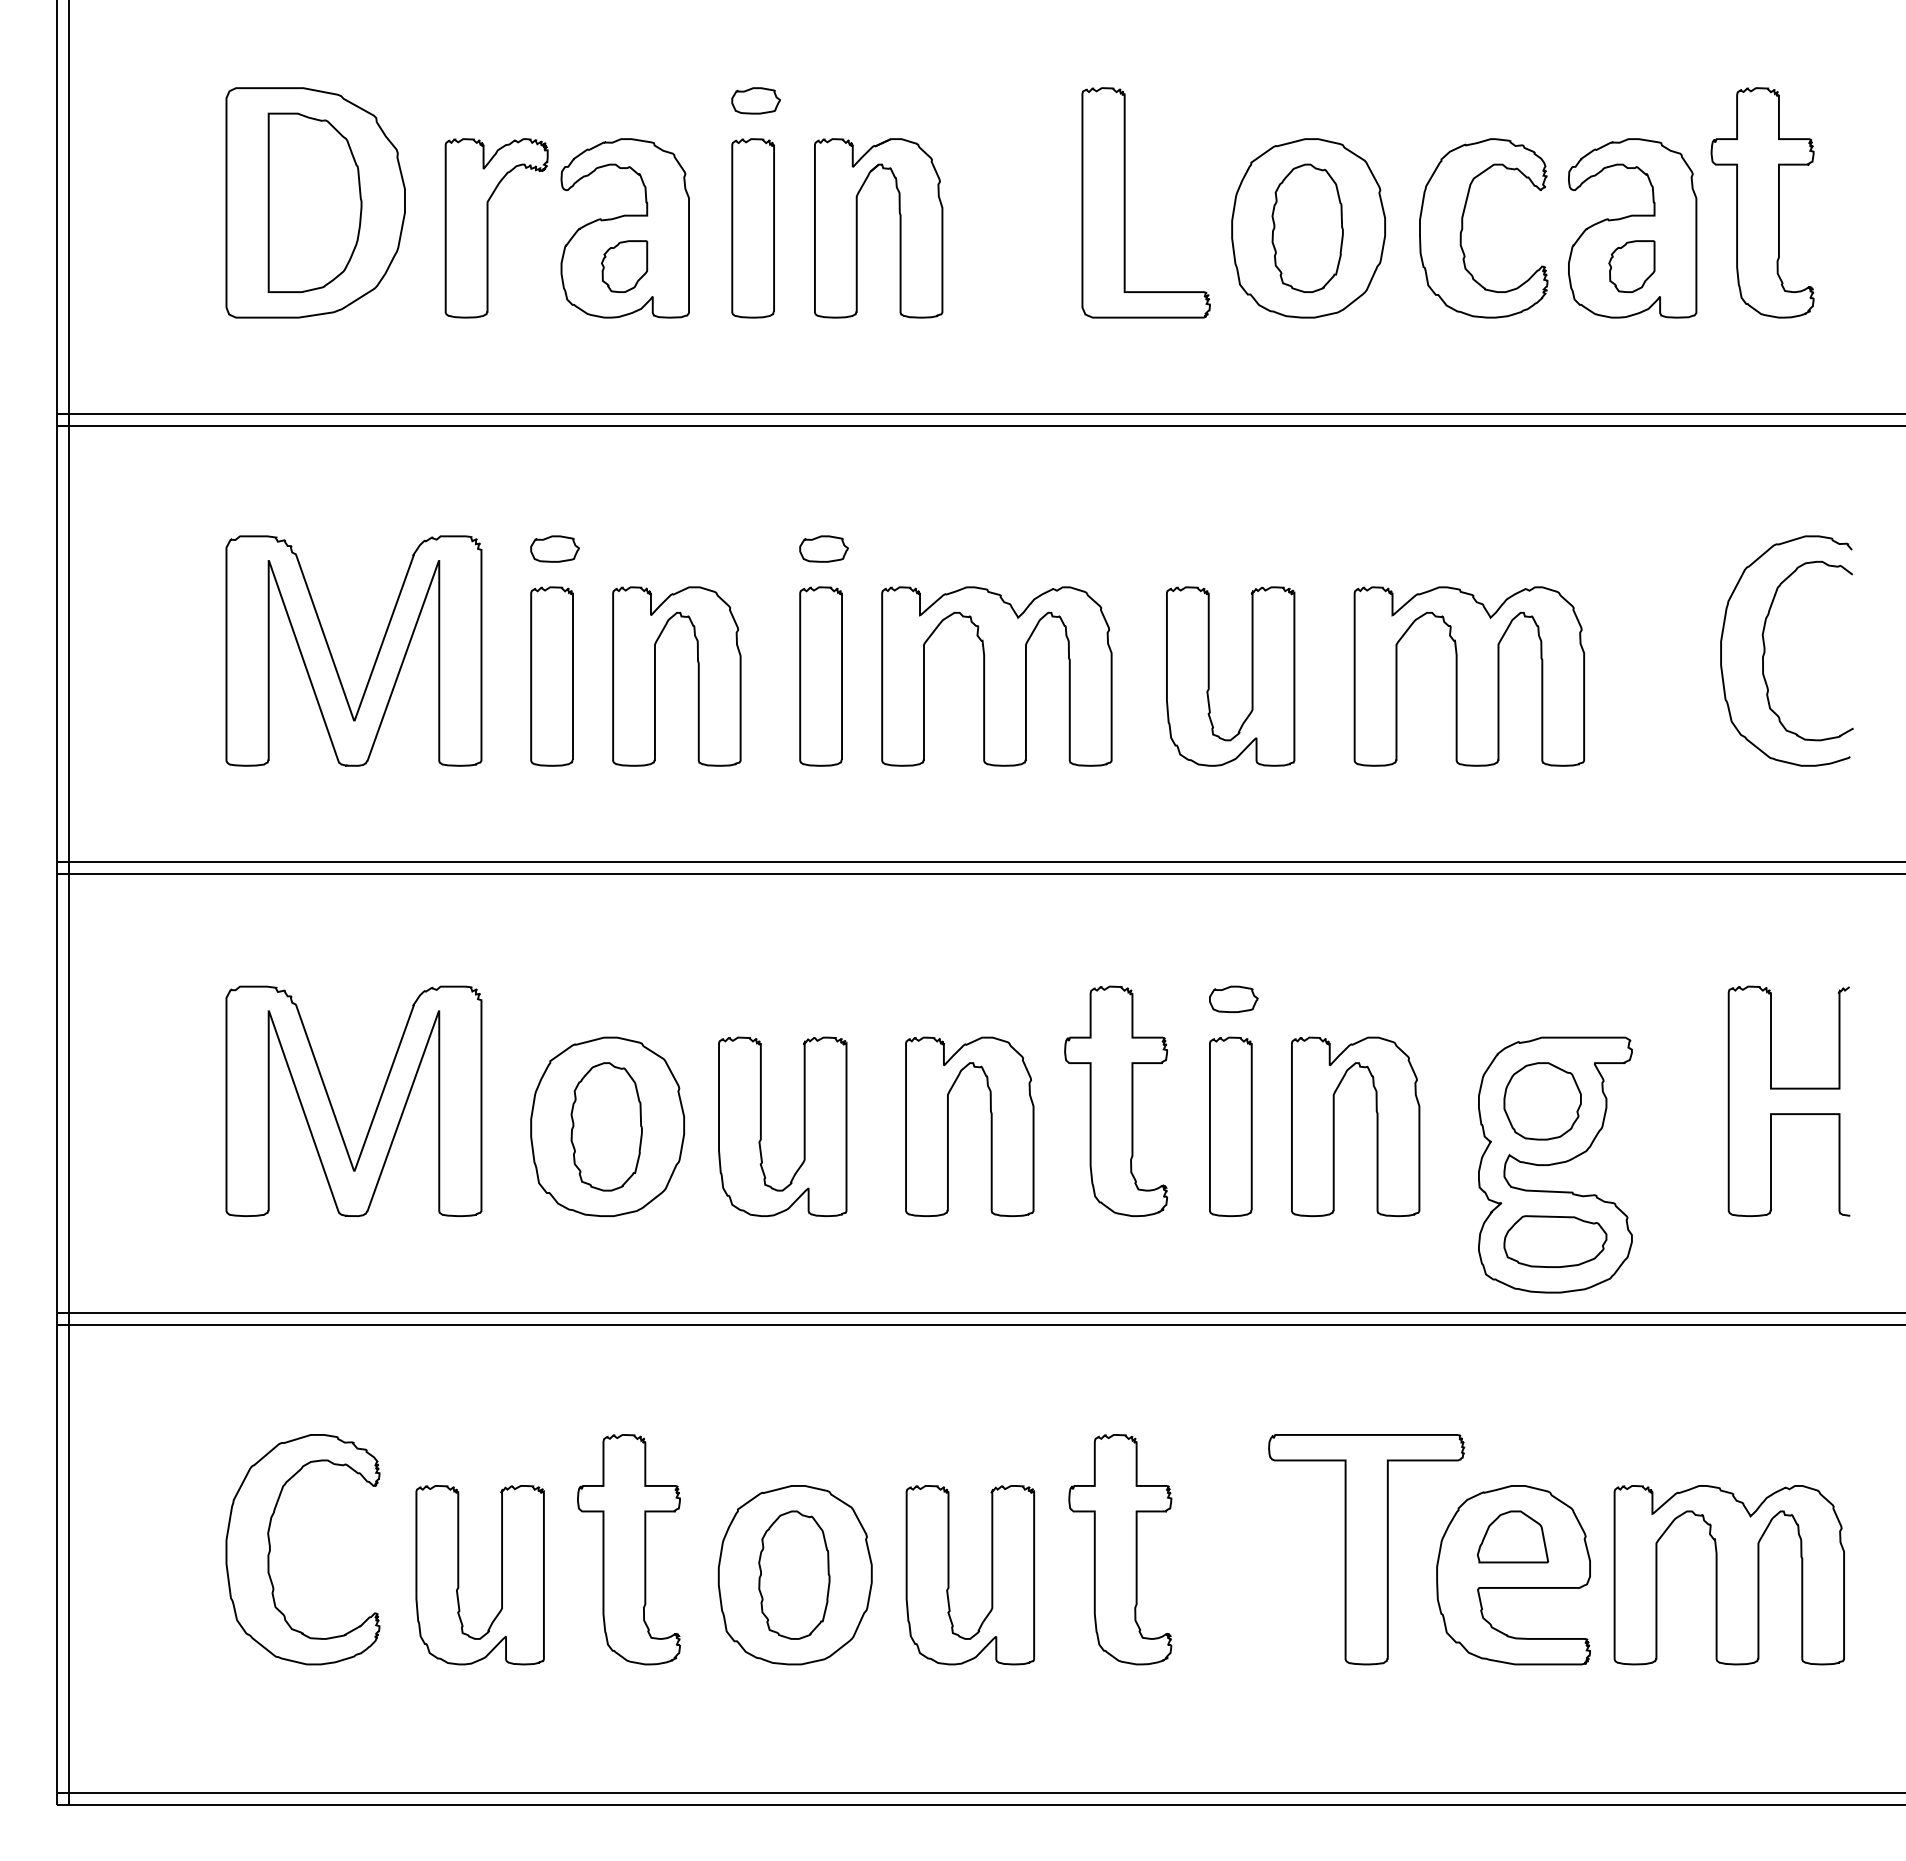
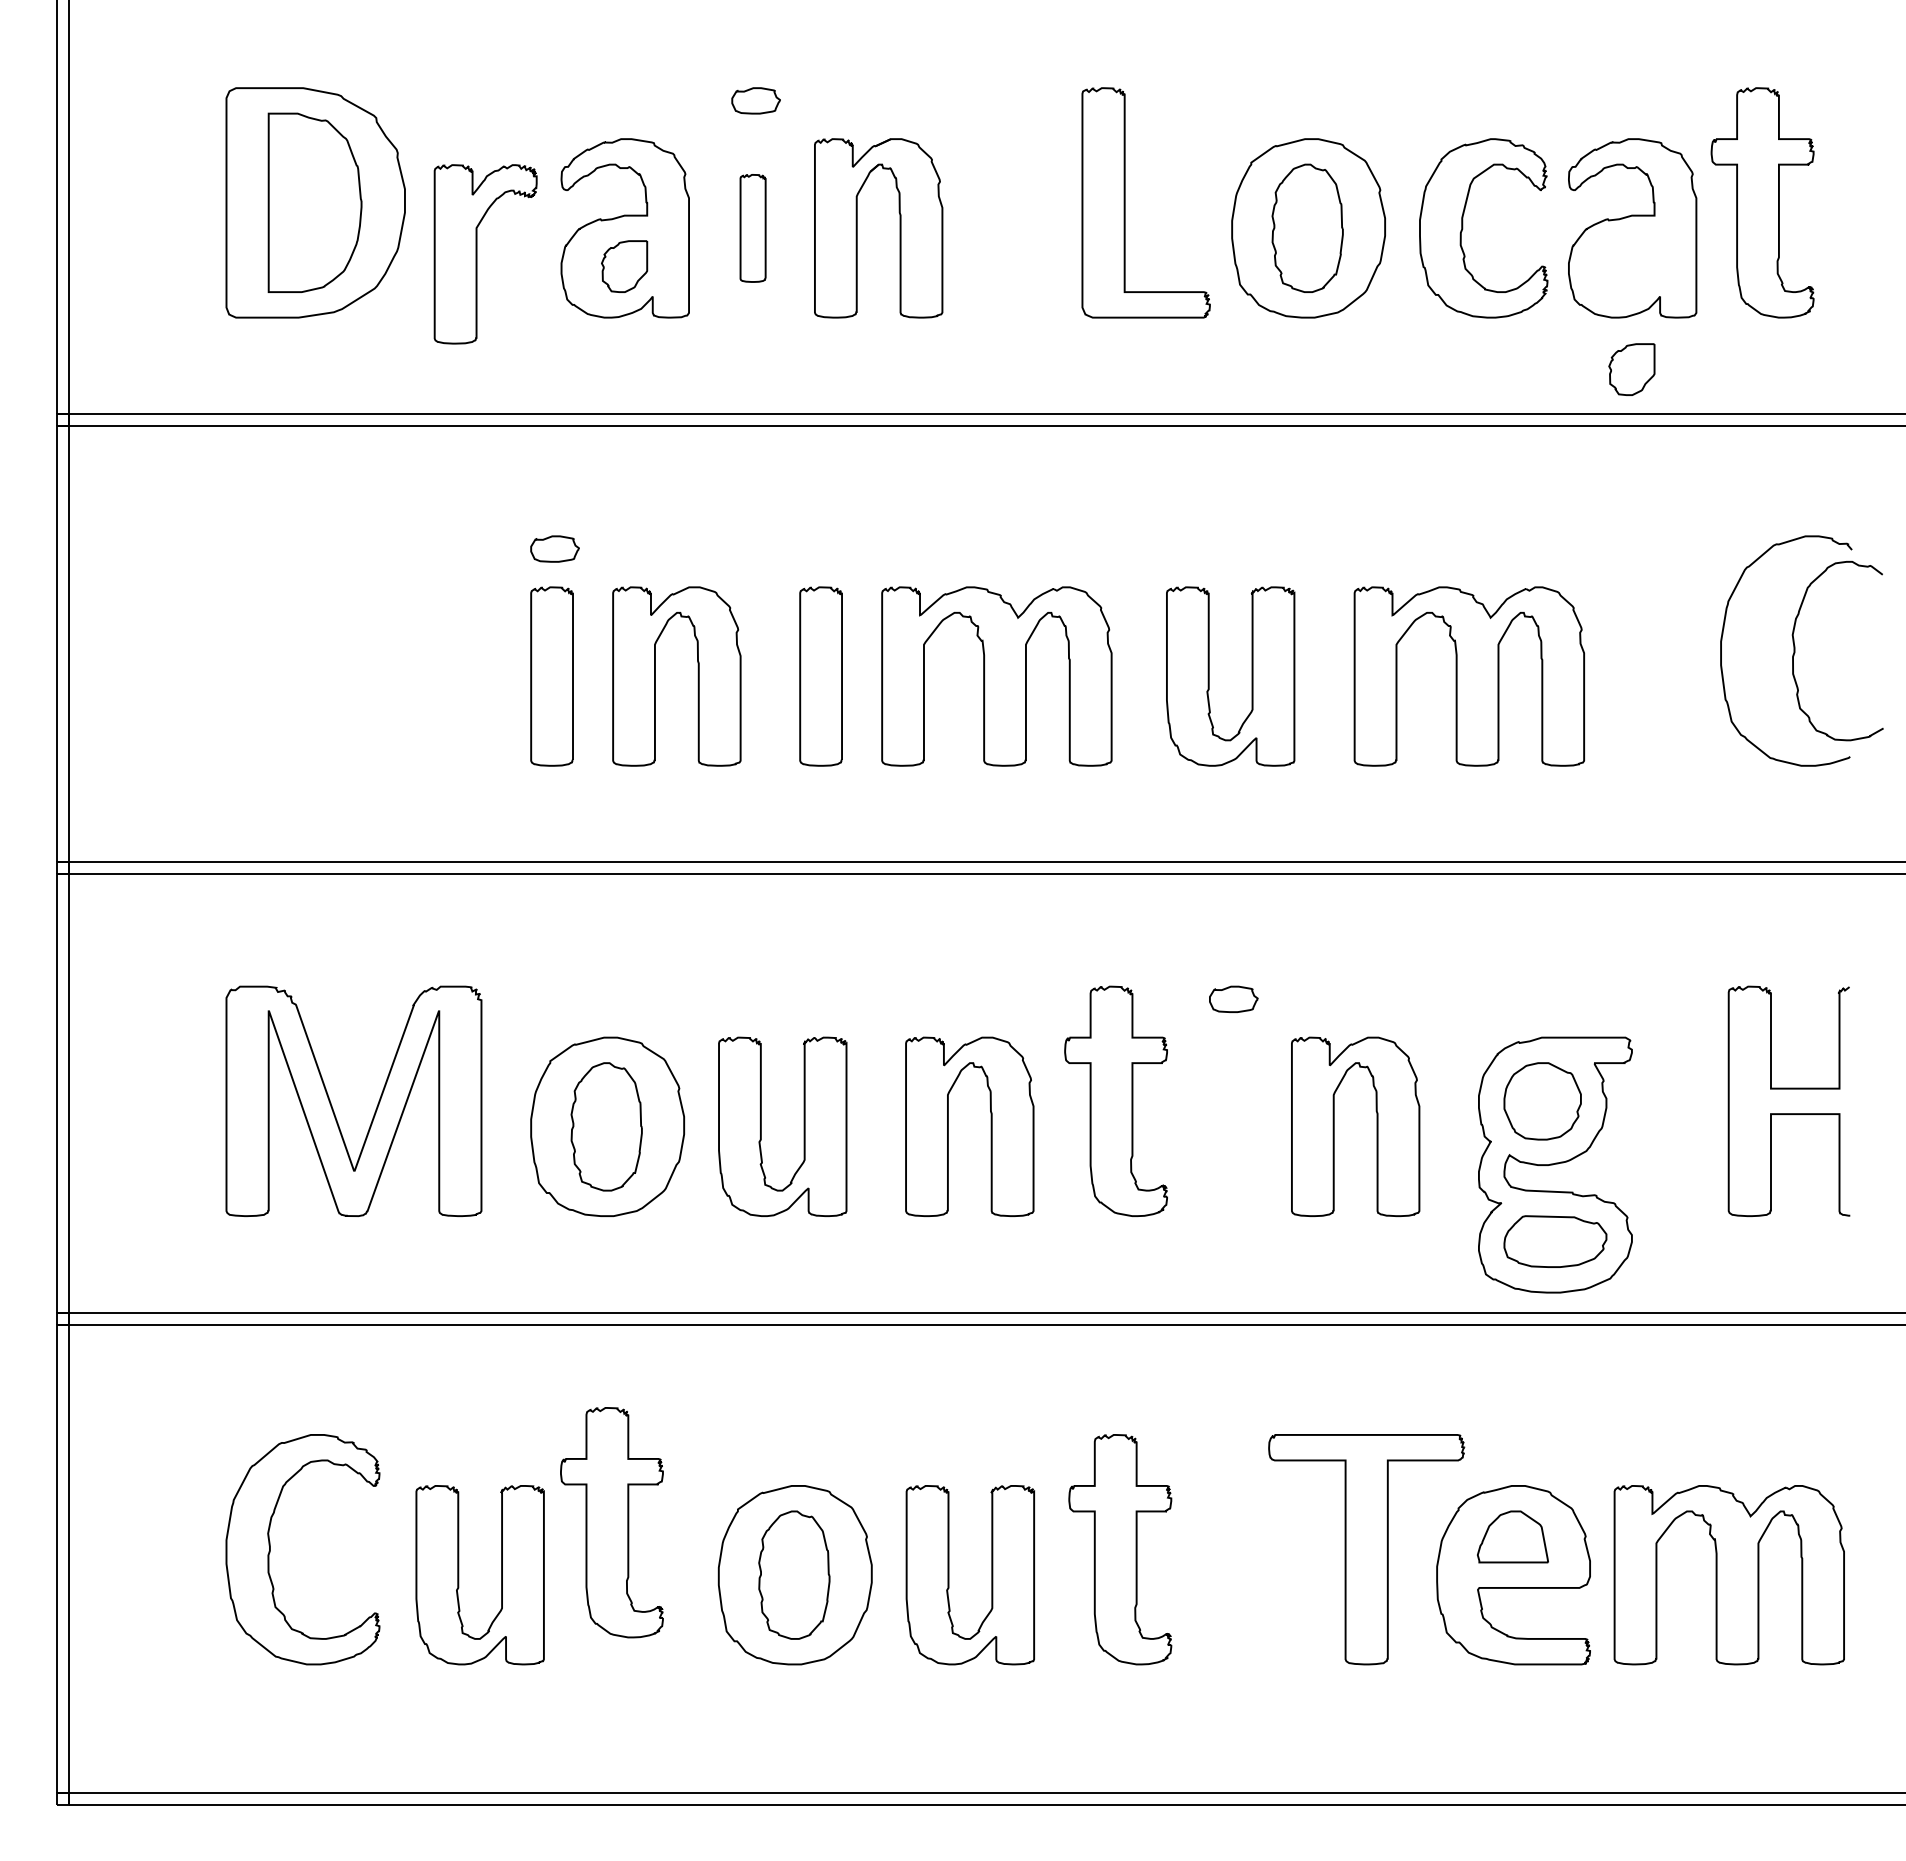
part at (488, 228) position: (488, 228) -> (477, 254)
part at (752, 228) size: 44x181 px -> 28x109 px
part at (1631, 266) position: (1631, 266) -> (1631, 369)
part at (823, 548): present -> none
curve at (1765, 651) position: (1765, 651) -> (1795, 651)
part at (333, 658): present -> none
part at (1230, 1126): present -> none
part at (628, 1549) position: (628, 1549) -> (611, 1522)
